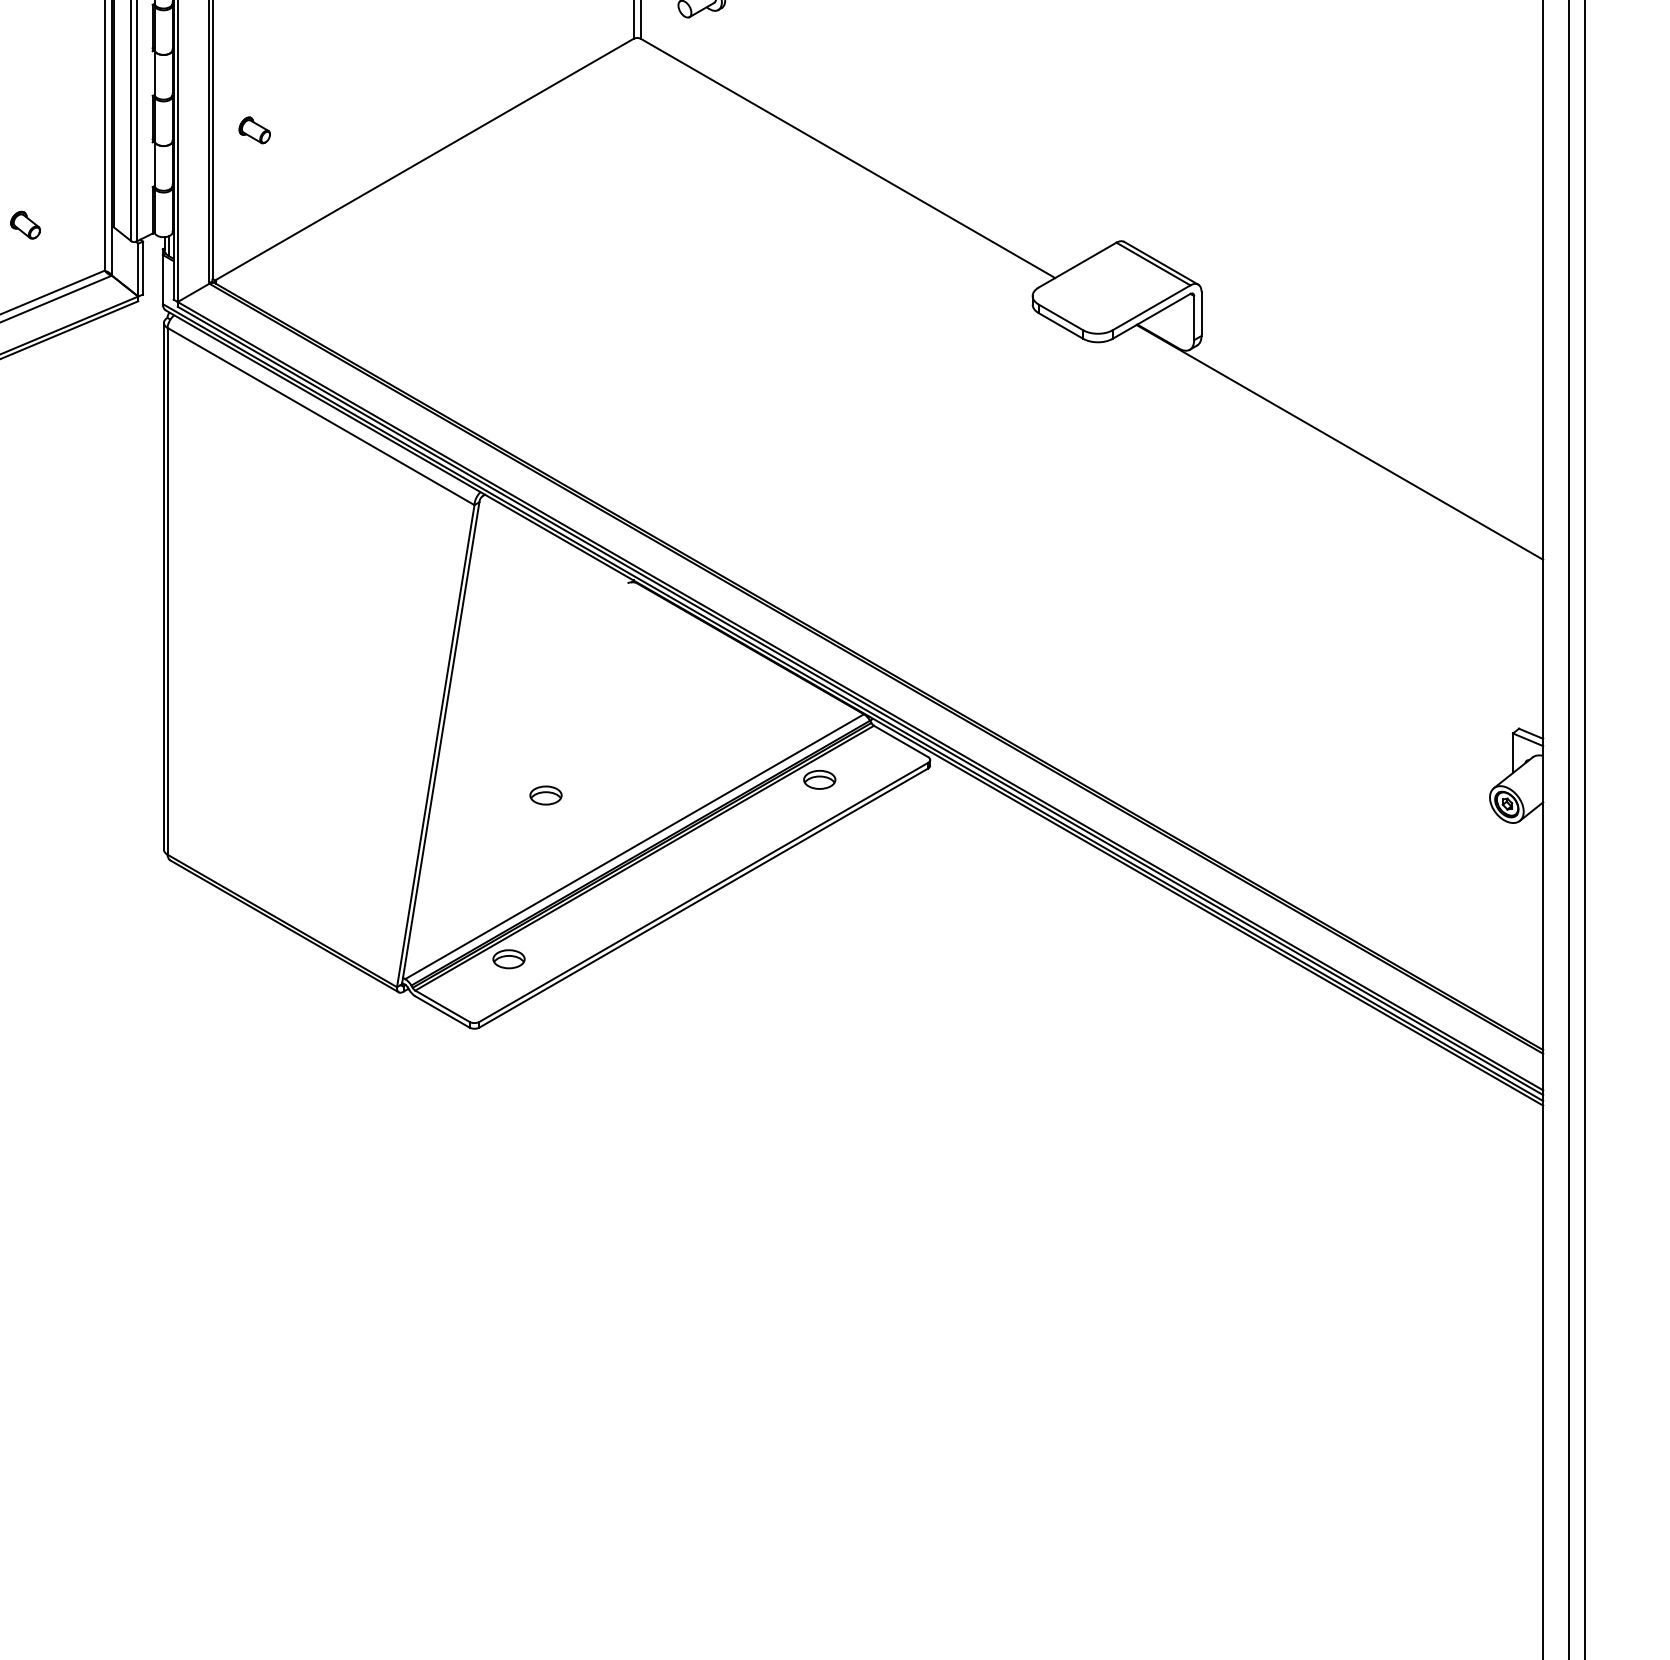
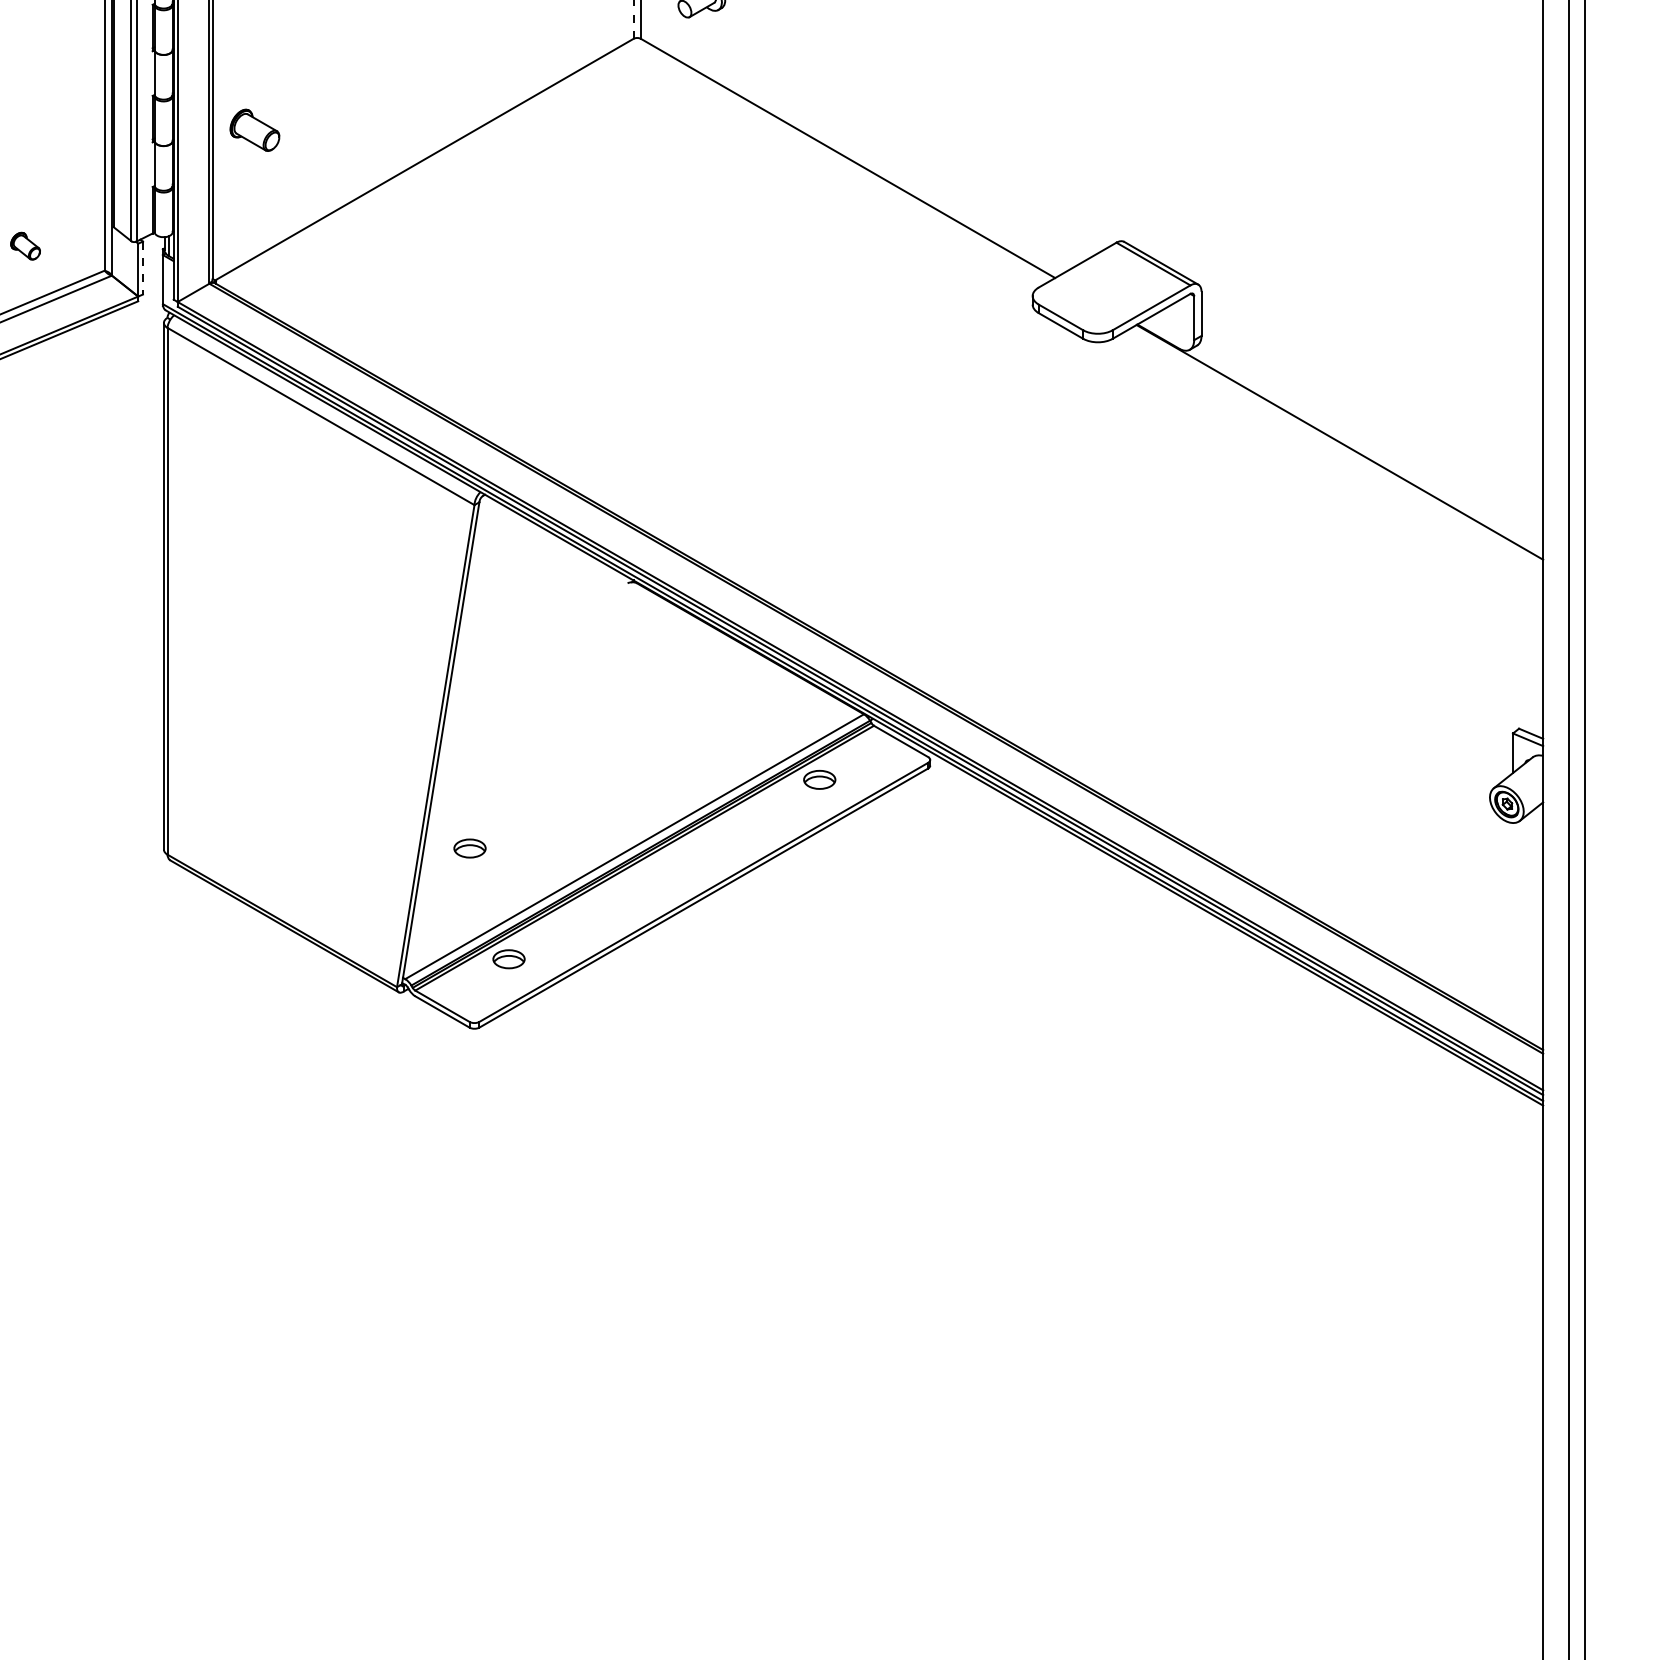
line at (633, 19): solid -> dashed
part at (254, 130) size: 33x29 px -> 52x44 px
part at (25, 224) position: (25, 224) -> (25, 245)
line at (142, 268): solid -> dashed
part at (545, 795) position: (545, 795) -> (469, 848)
